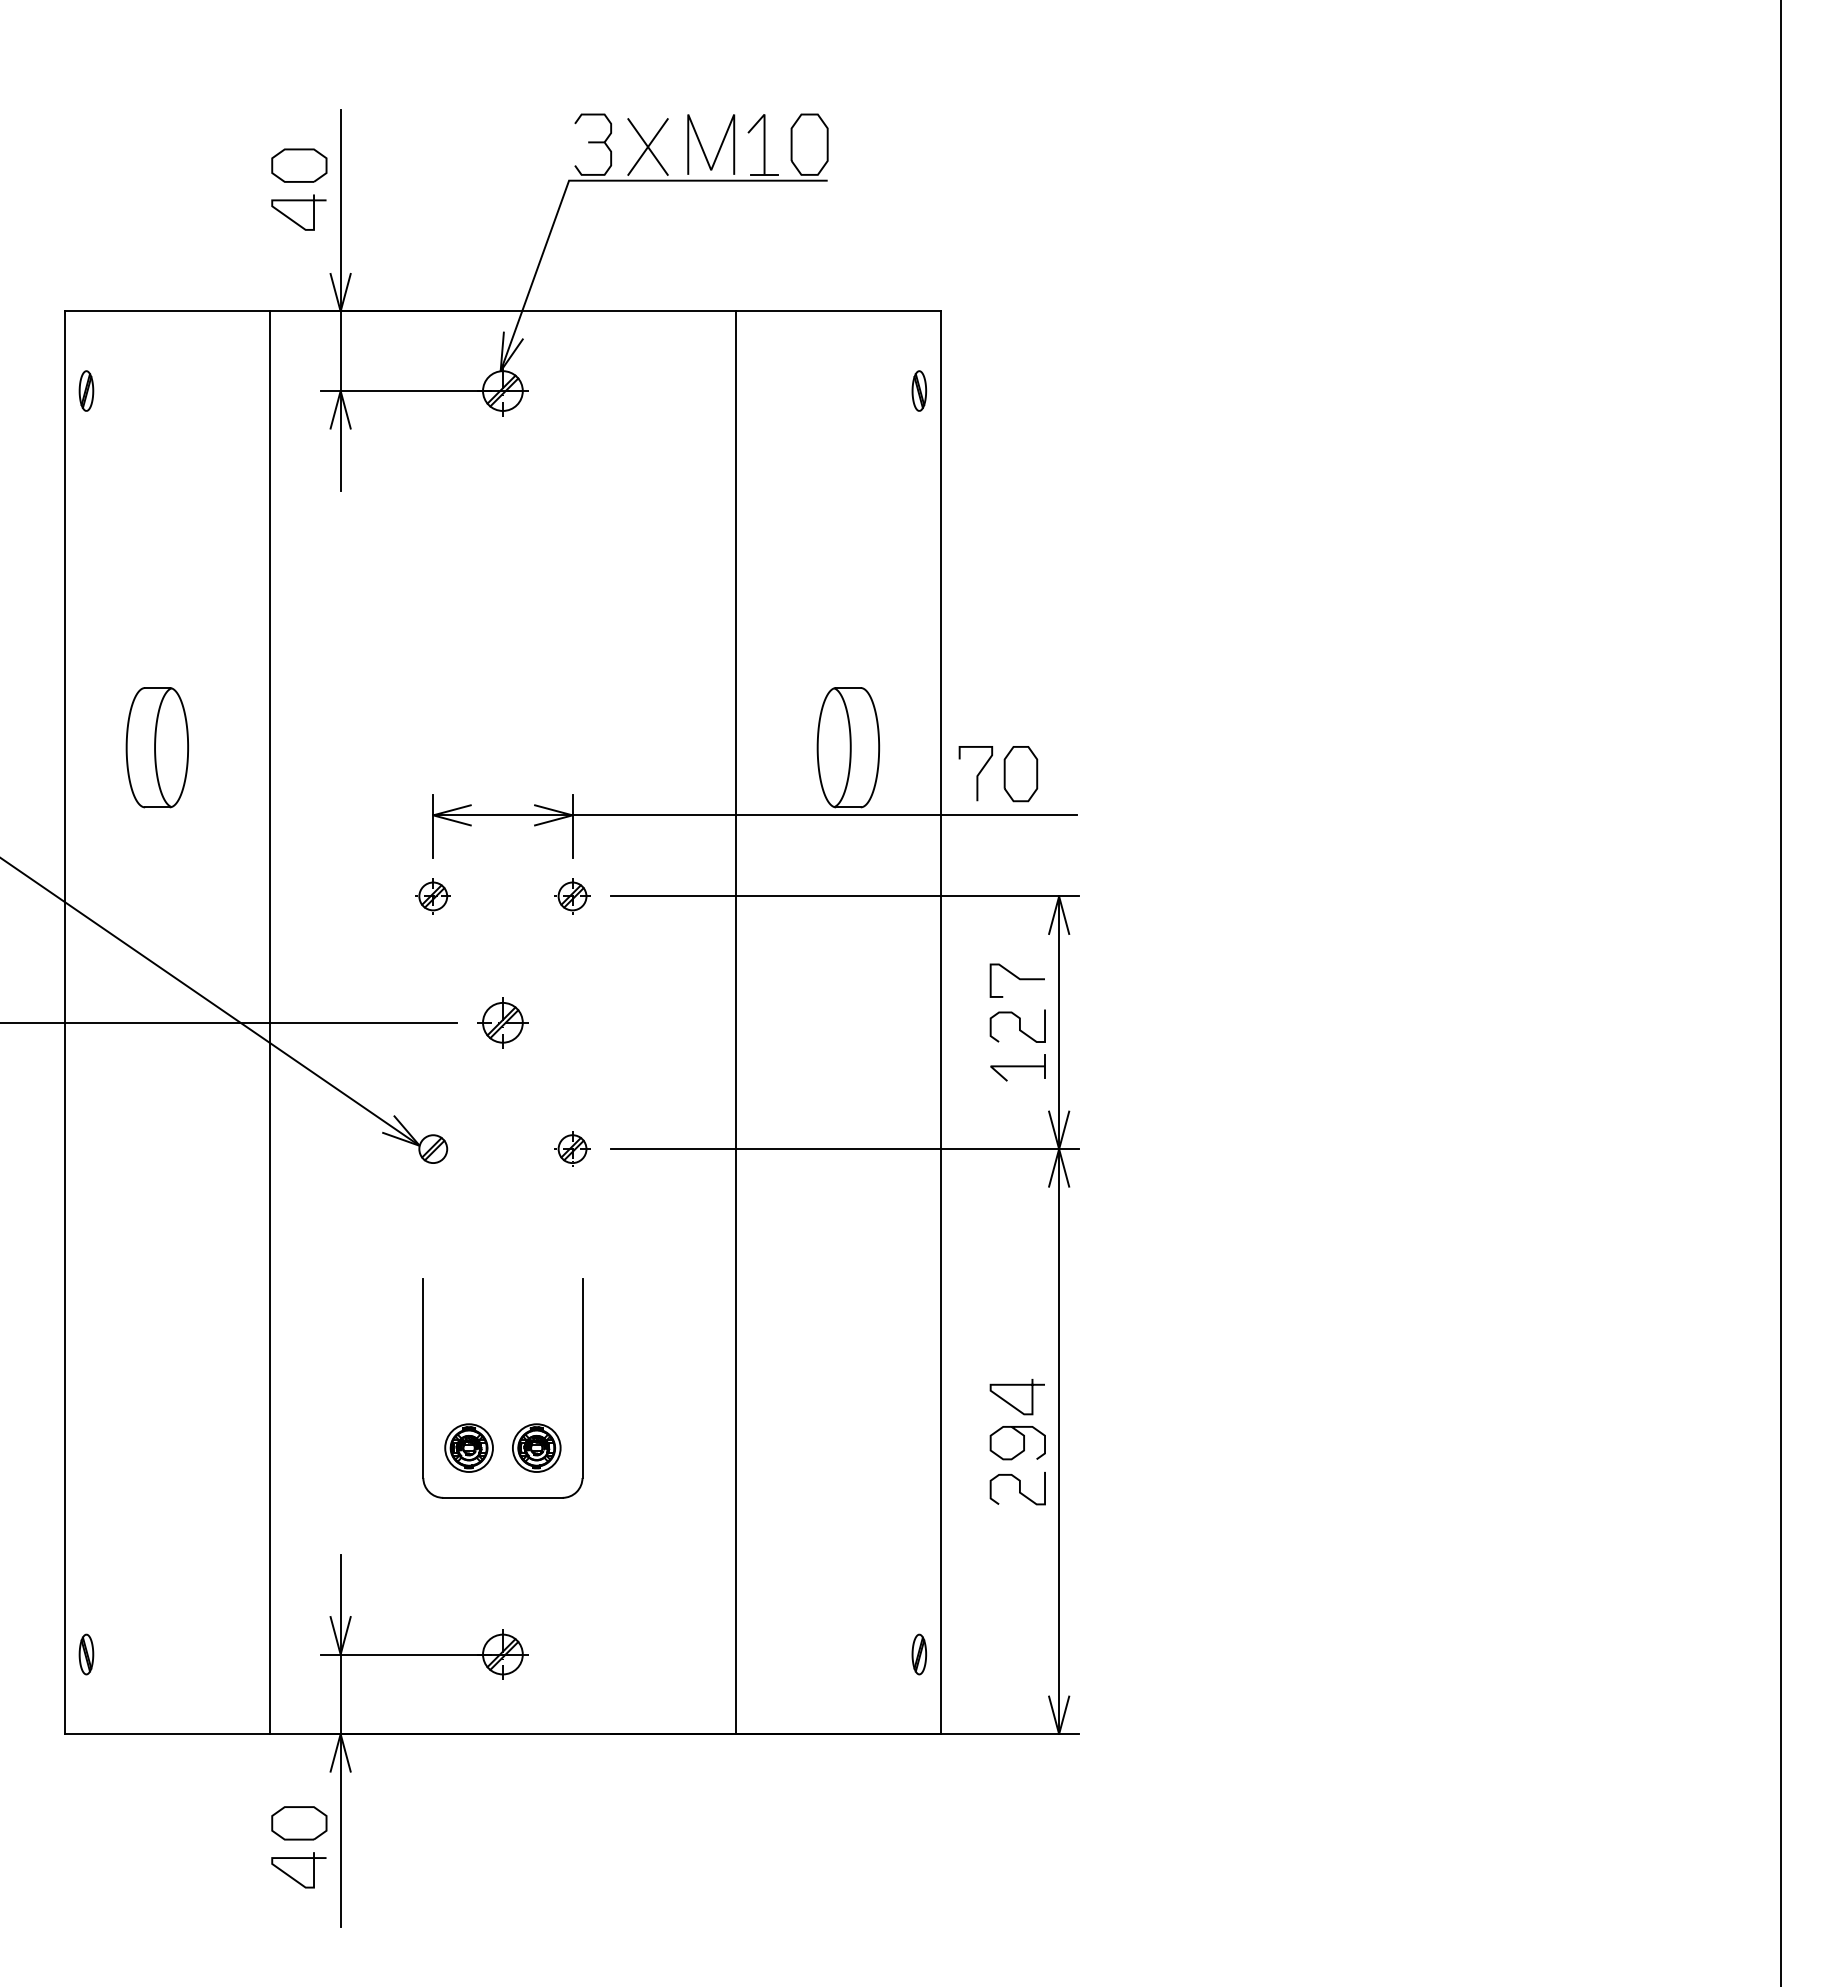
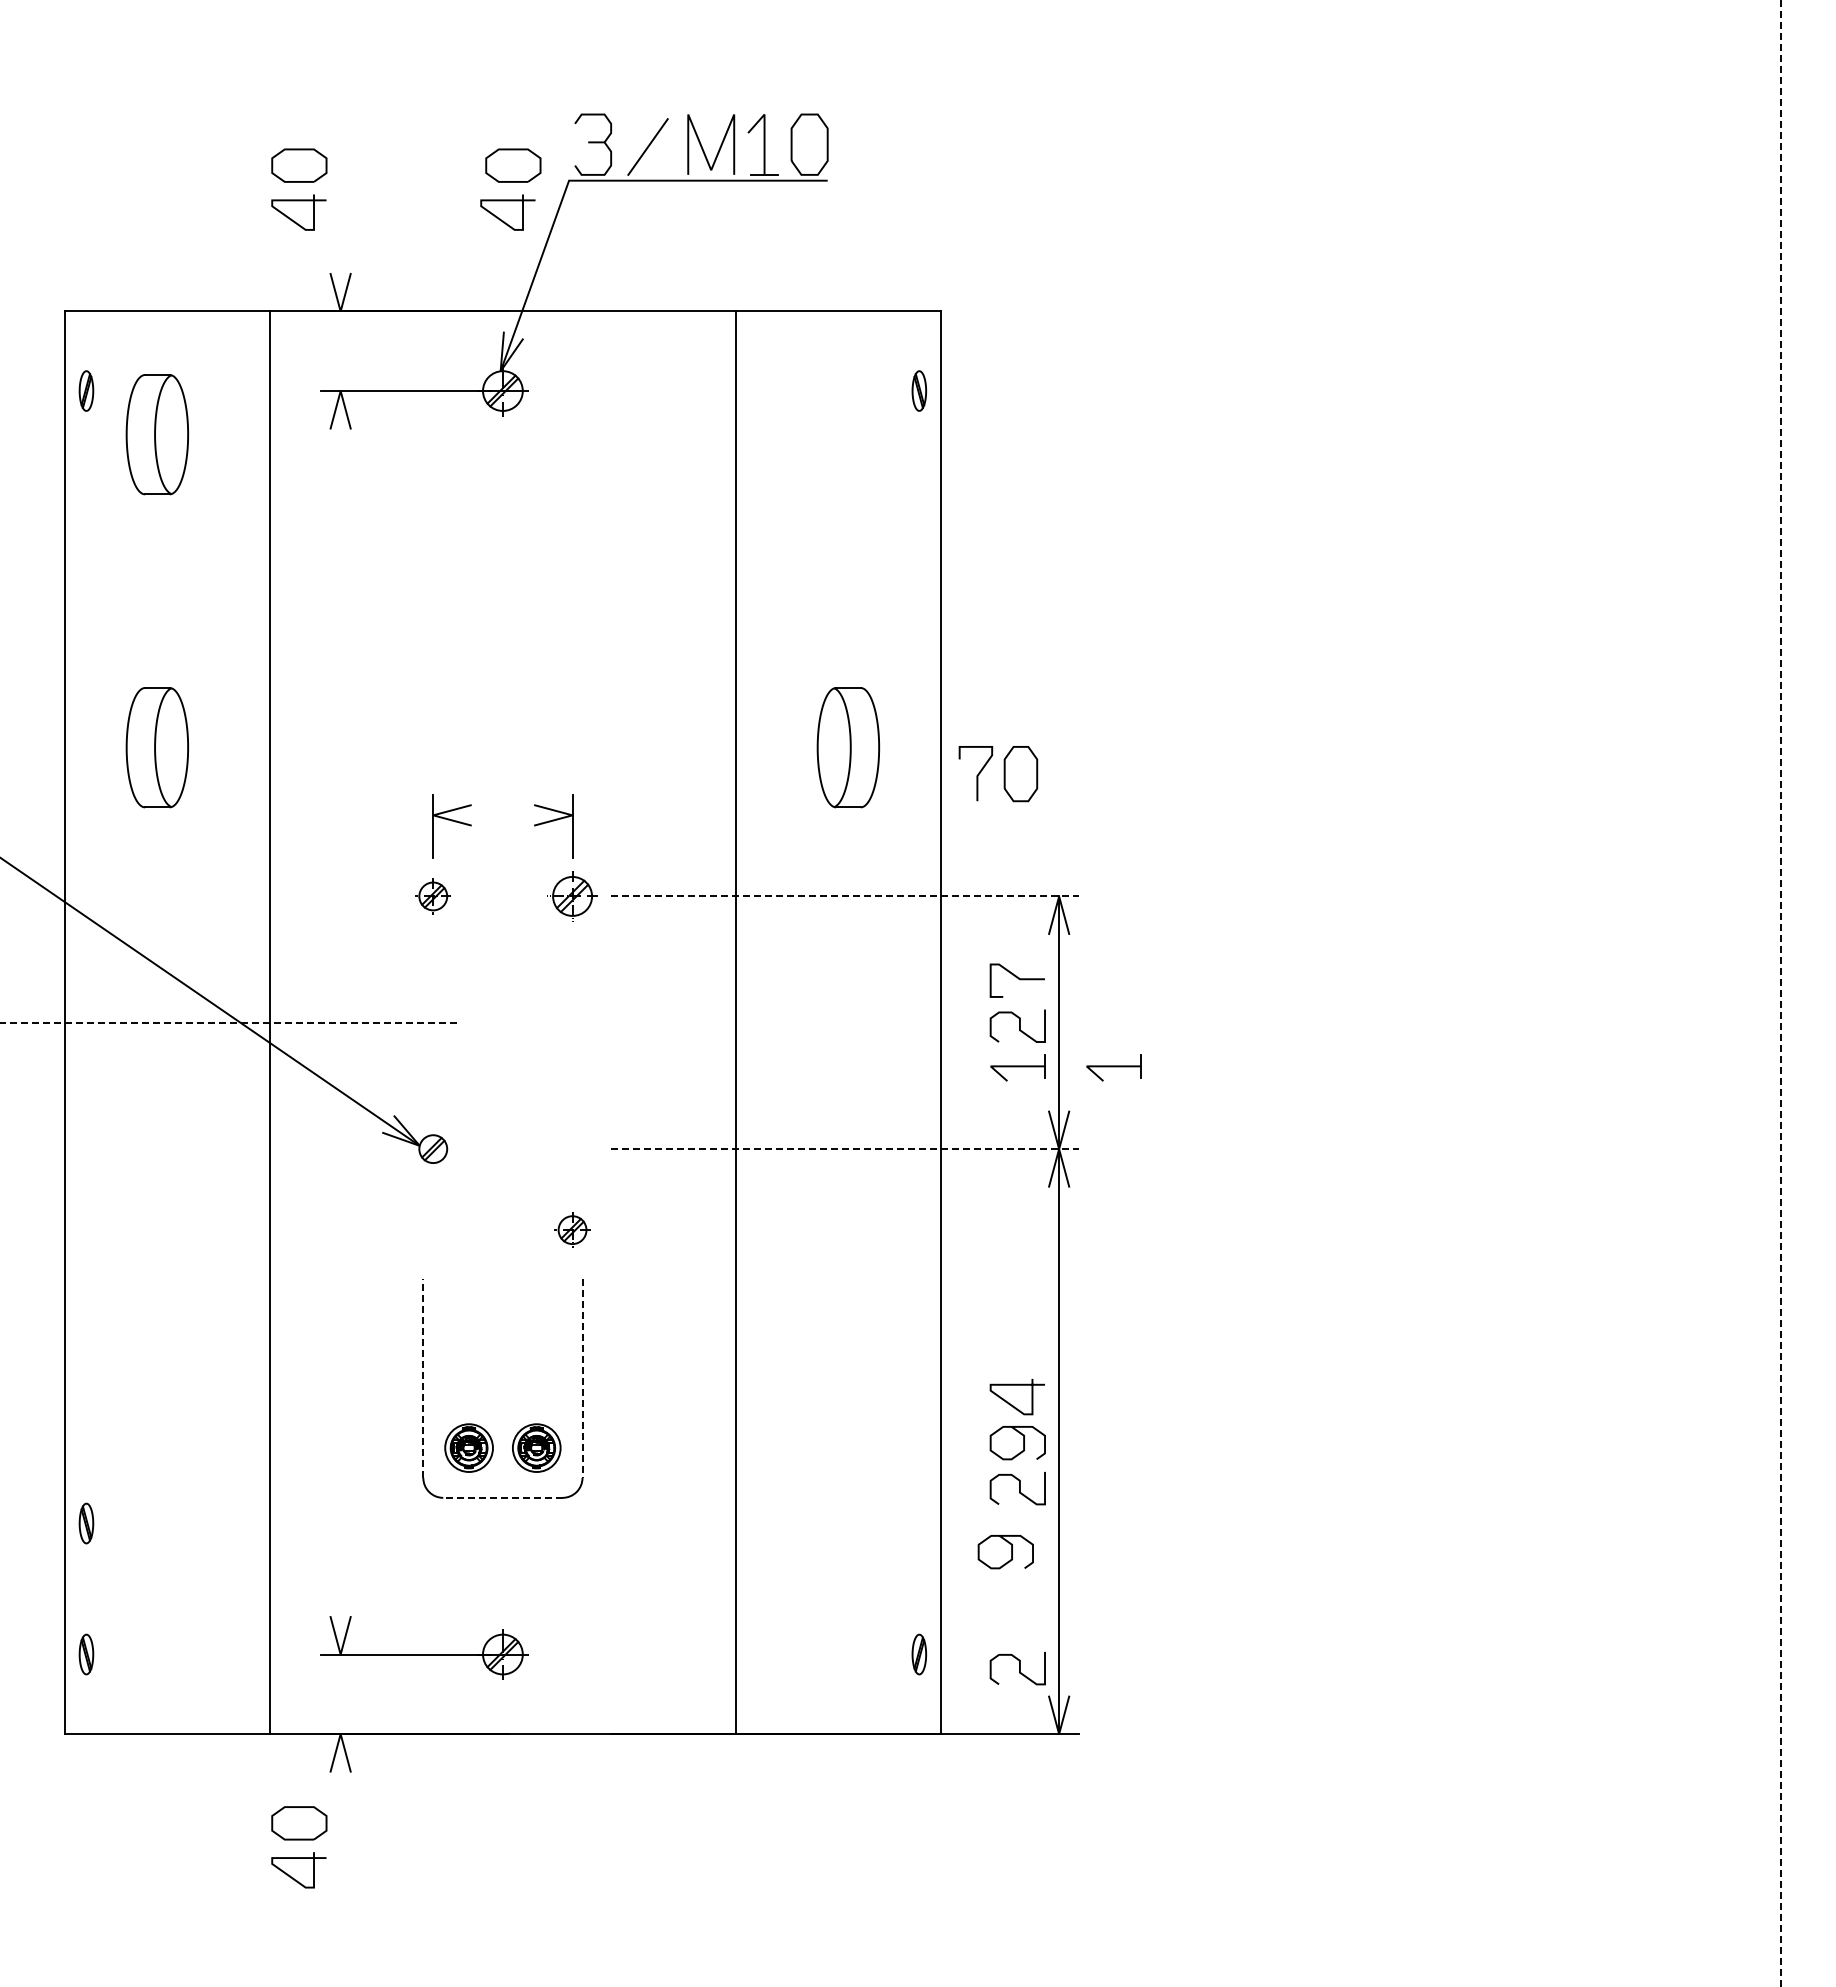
line at (647, 146): present -> none
part at (513, 165): none -> present
curve at (503, 220): none -> present
line at (340, 299): present -> none
part at (156, 434): none -> present
line at (754, 815): present -> none
part at (572, 896) size: 37x37 px -> 51x51 px
line at (845, 896): solid -> dashed
line at (1780, 993): solid -> dashed
line at (228, 1022): solid -> dashed
part at (502, 1022): present -> none
part at (1113, 1067): none -> present
part at (572, 1148) position: (572, 1148) -> (572, 1229)
line at (845, 1149): solid -> dashed
line at (423, 1378): solid -> dashed
line at (582, 1378): solid -> dashed
line at (502, 1497): solid -> dashed
part at (86, 1523): none -> present
curve at (1011, 1552): none -> present
curve at (1019, 1668): none -> present
line at (340, 1741): present -> none
